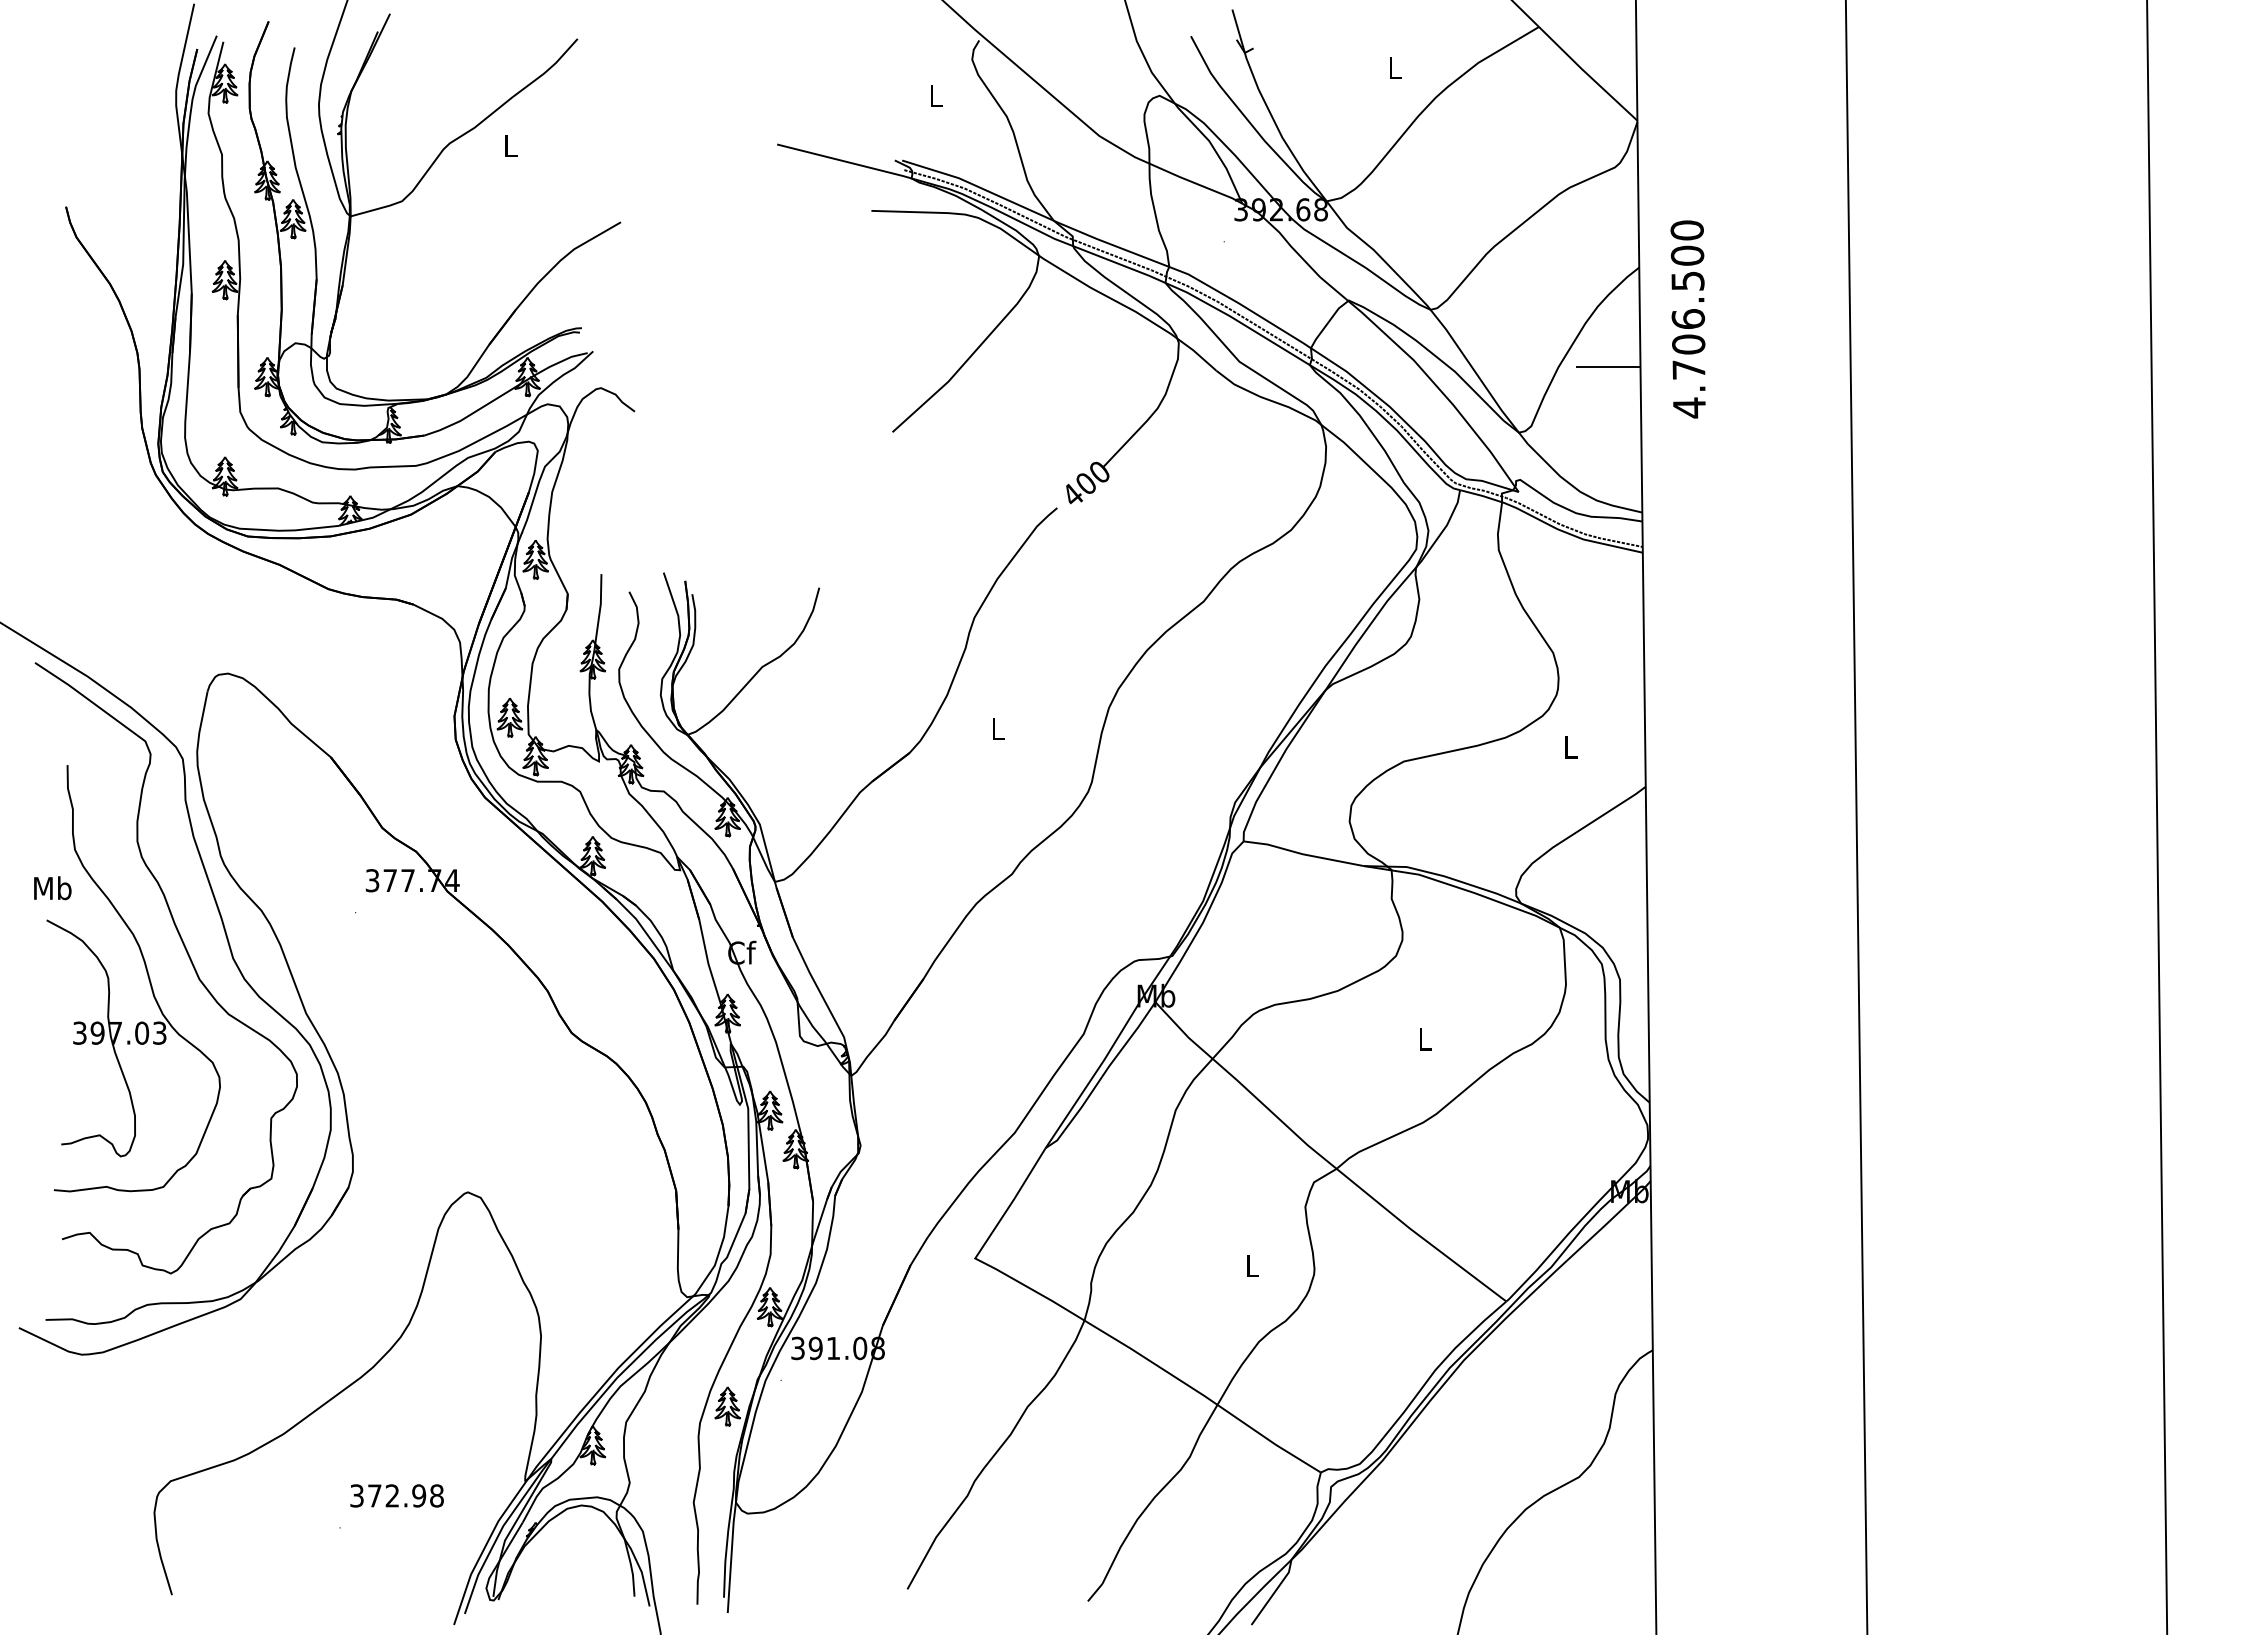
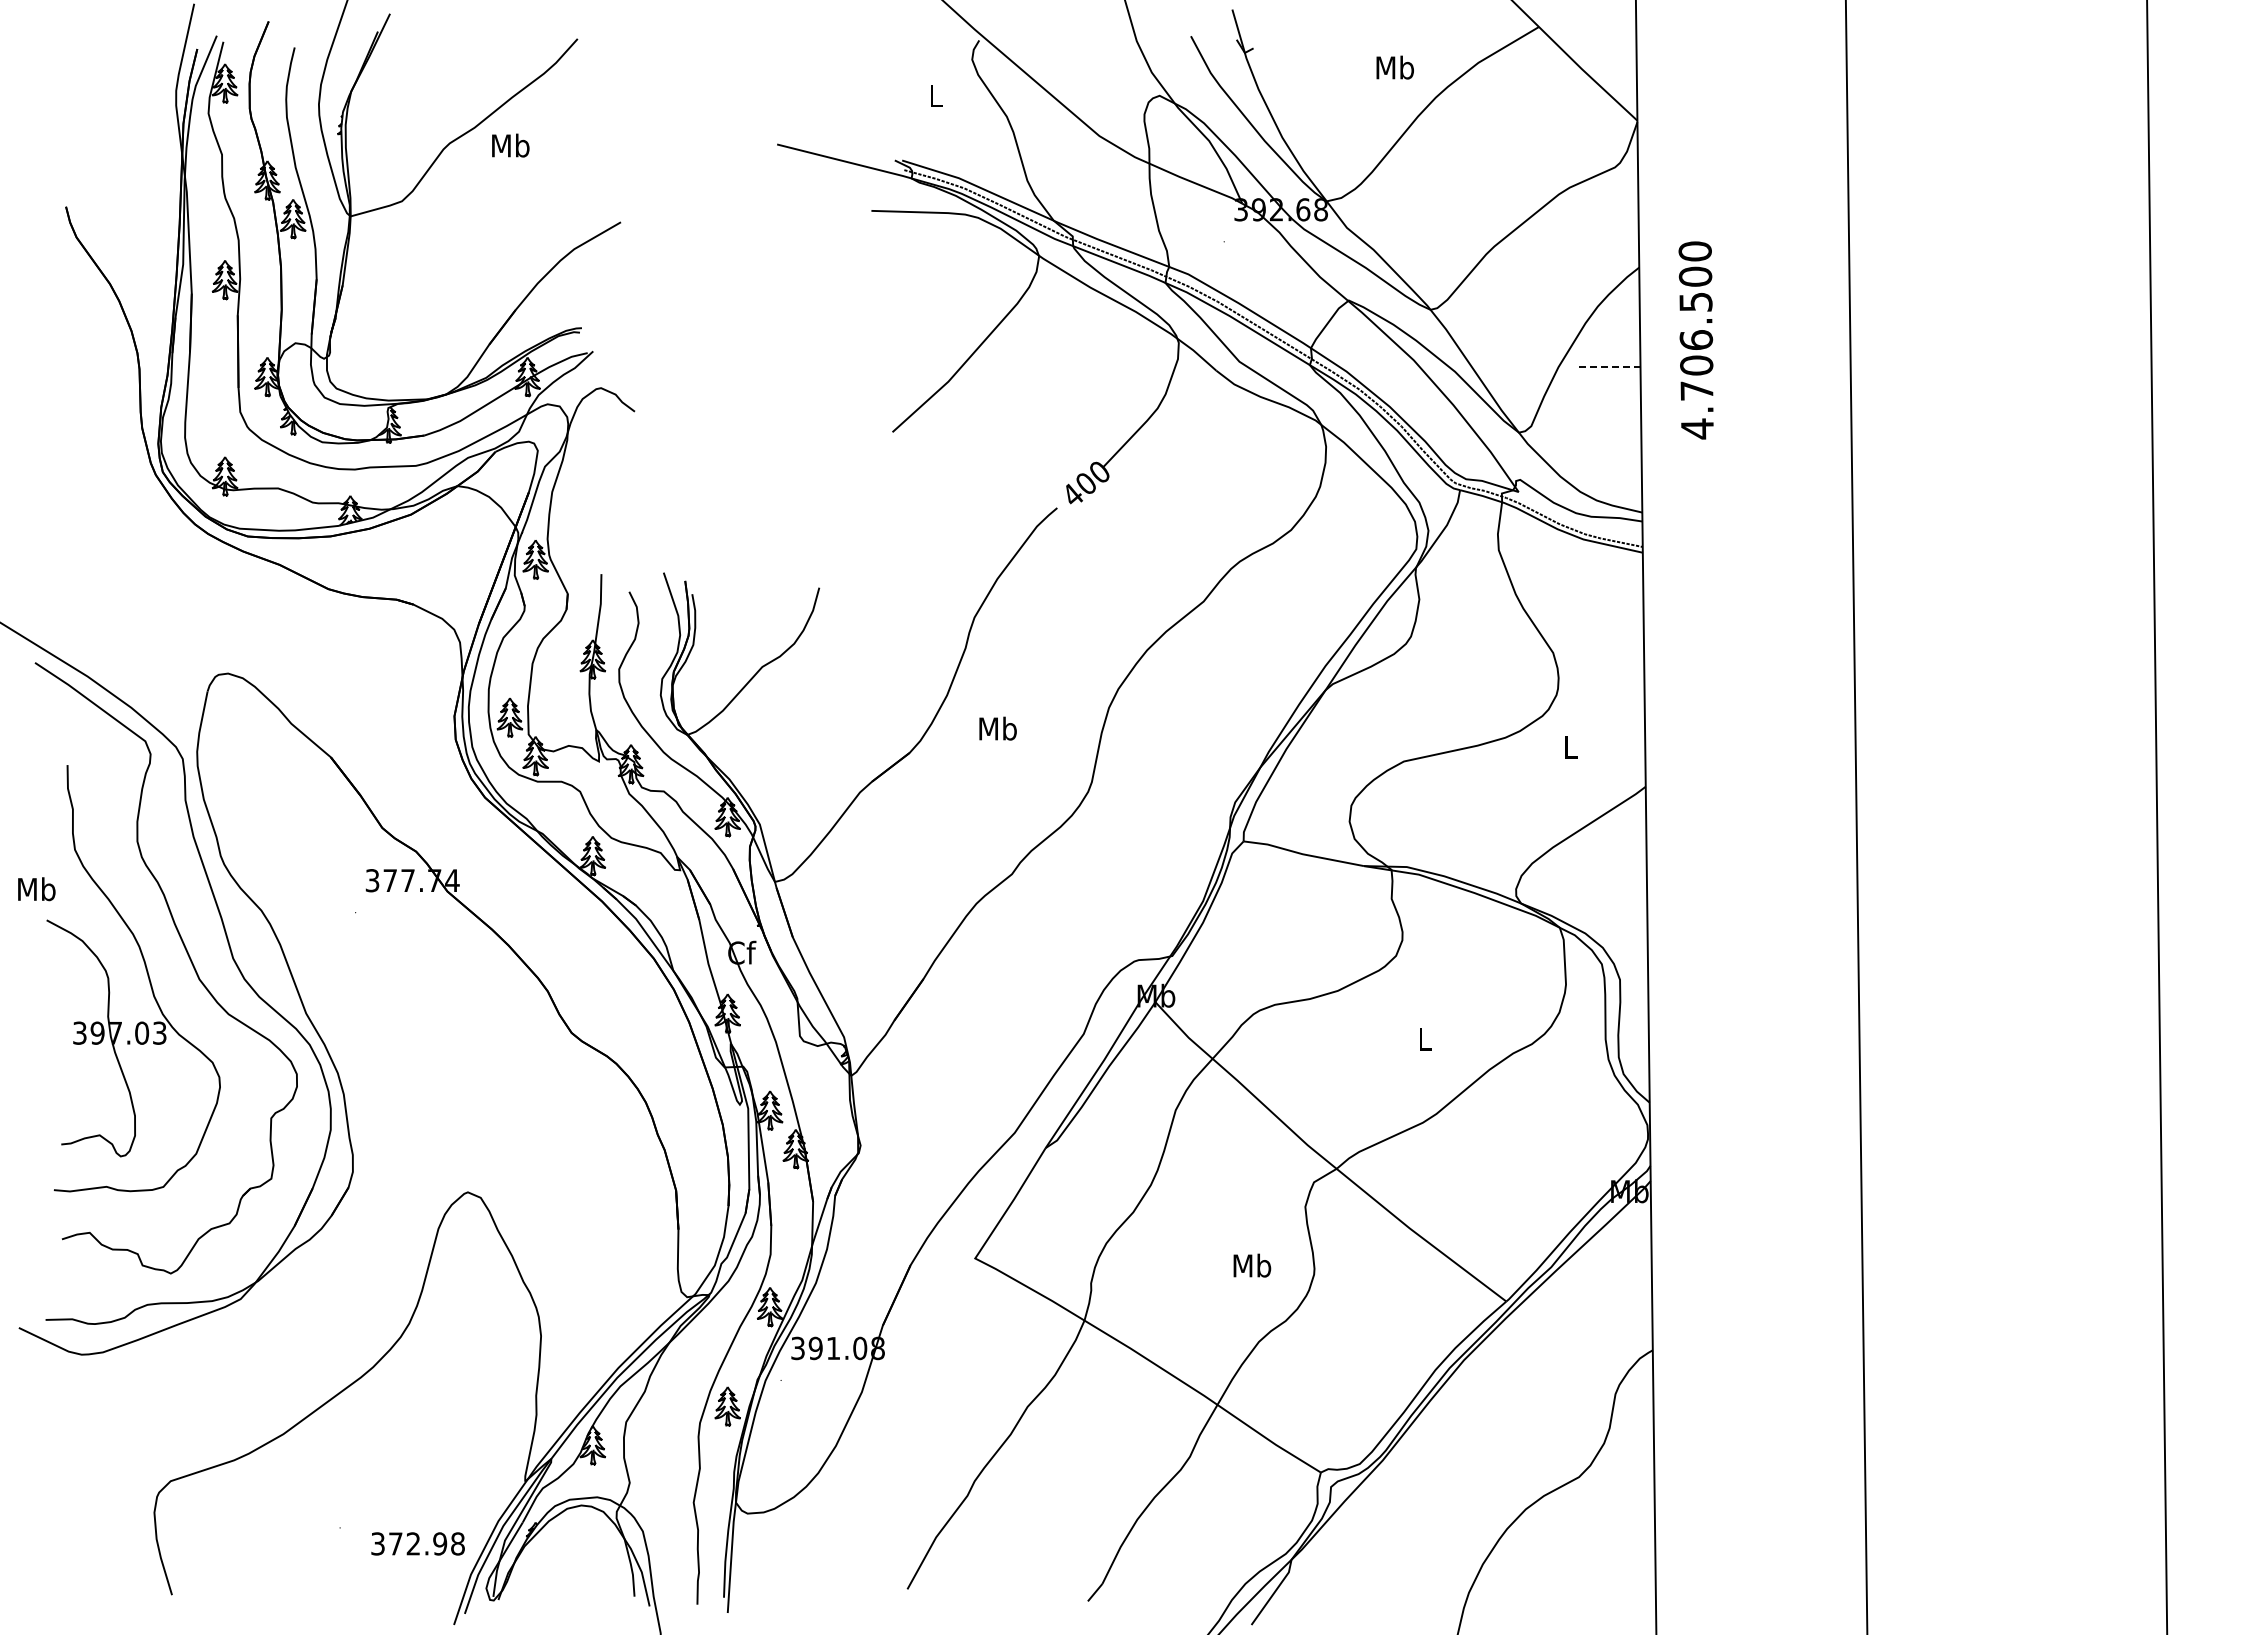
text at (1394, 67): L -> Mb
text at (510, 145): L -> Mb
text at (1687, 319) position: (1687, 319) -> (1695, 340)
line at (1607, 366): solid -> dashed
text at (997, 728): L -> Mb
text at (52, 888) position: (52, 888) -> (36, 889)
text at (1252, 1265): L -> Mb
text at (396, 1495) position: (396, 1495) -> (417, 1543)
